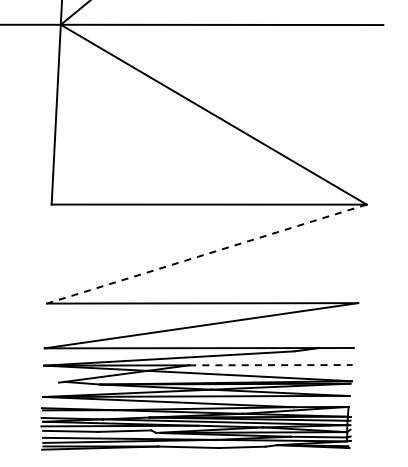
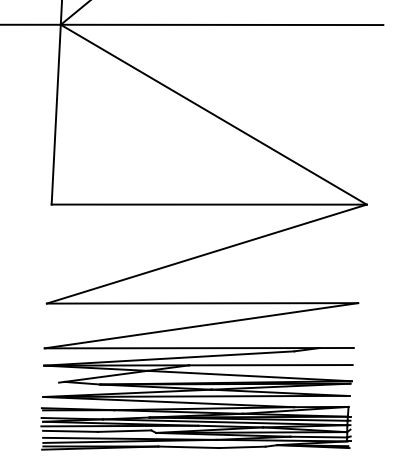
line at (206, 254): dashed -> solid
line at (270, 365): dashed -> solid
